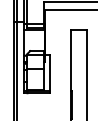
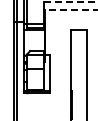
line at (71, 2): solid -> dashed
line at (71, 10): solid -> dashed
